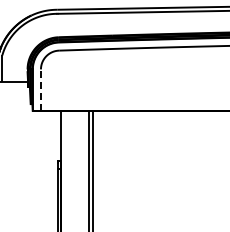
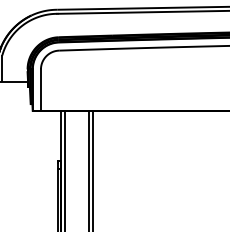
line at (40, 90): dashed -> solid
line at (64, 169): none -> present
